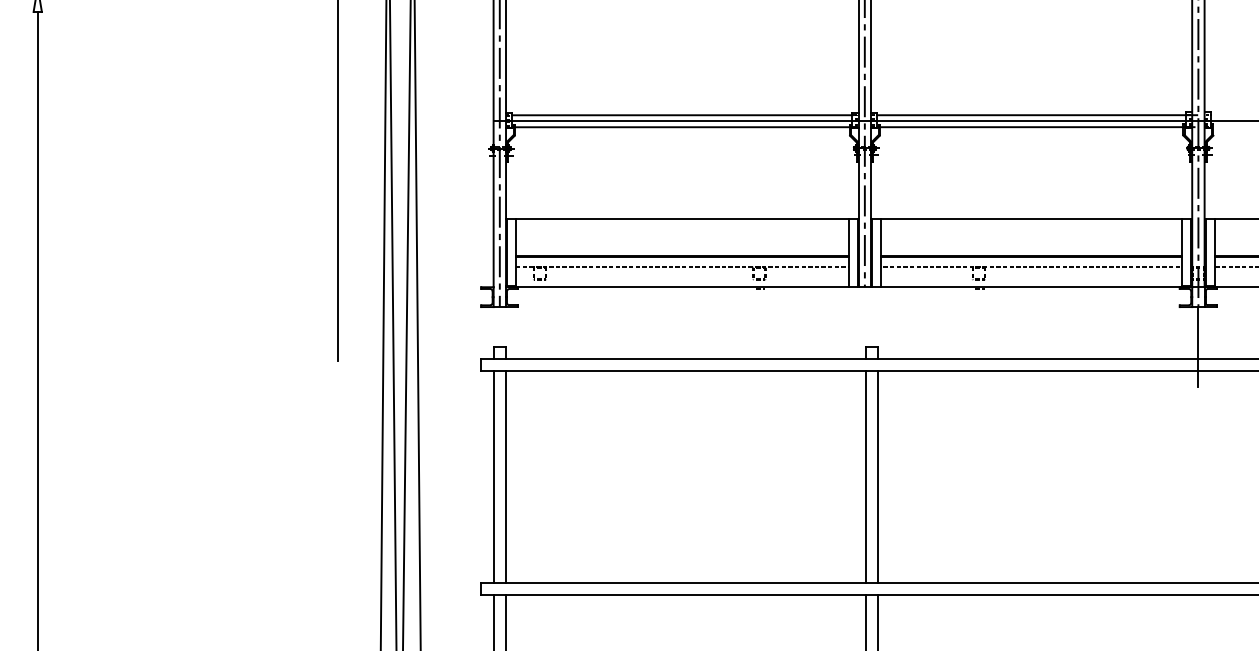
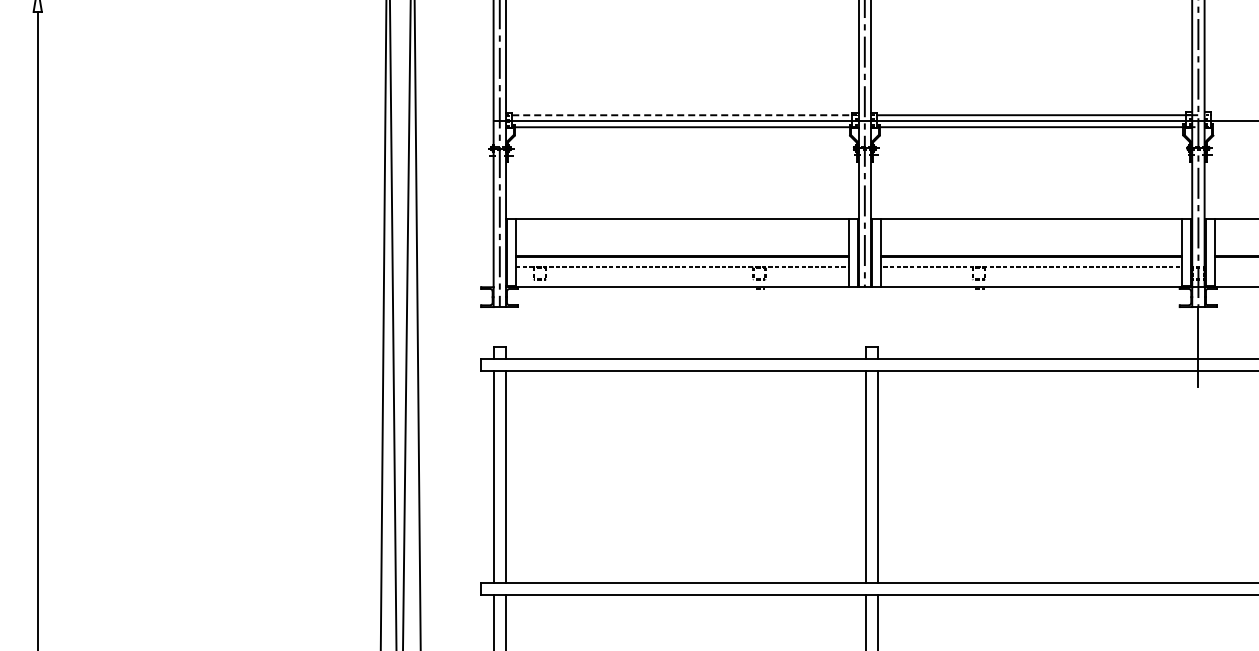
line at (682, 115): solid -> dashed
line at (338, 181): present -> none
line at (1234, 267): present -> none
